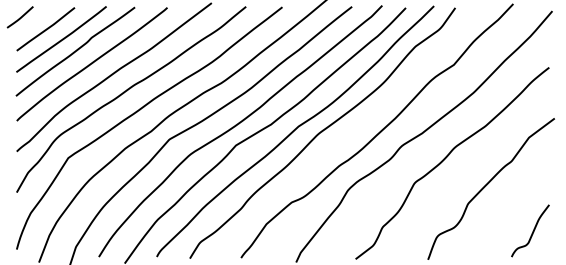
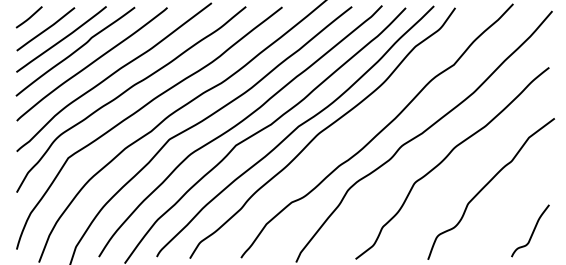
line at (19, 17) position: (19, 17) -> (28, 17)
